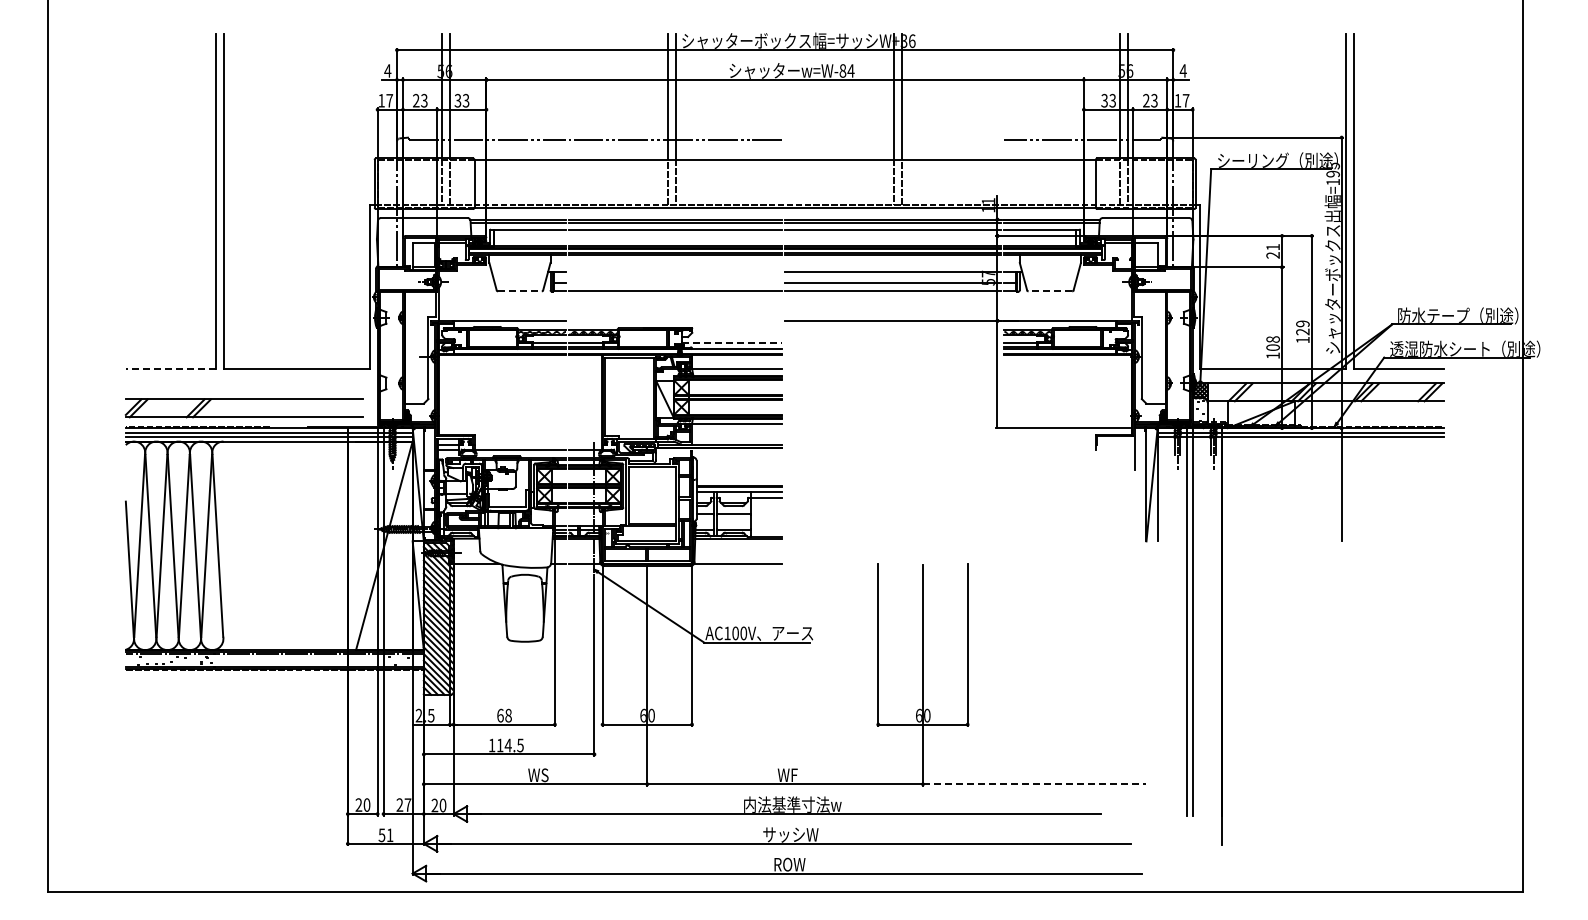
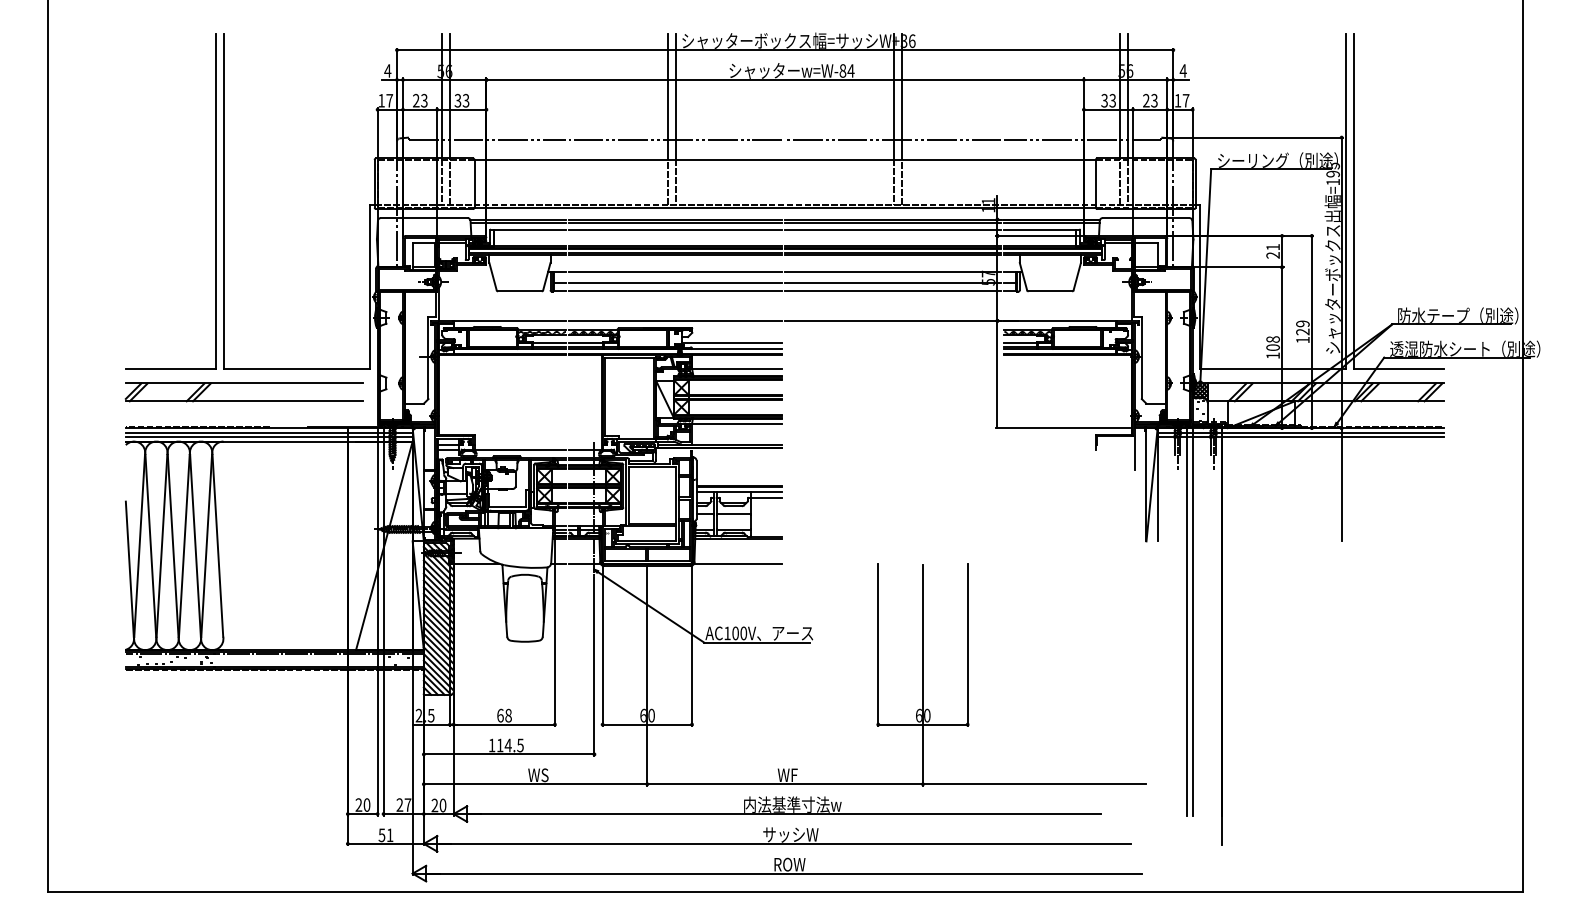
line at (893, 139): none -> present
line at (675, 272): none -> present
line at (675, 283): none -> present
line at (519, 291): dashed -> solid
line at (1050, 291): dashed -> solid
line at (675, 320): none -> present
line at (732, 342): dashed -> solid
line at (170, 368): dashed -> solid
part at (243, 416) position: (243, 416) -> (243, 400)
line at (1034, 784): dashed -> solid
